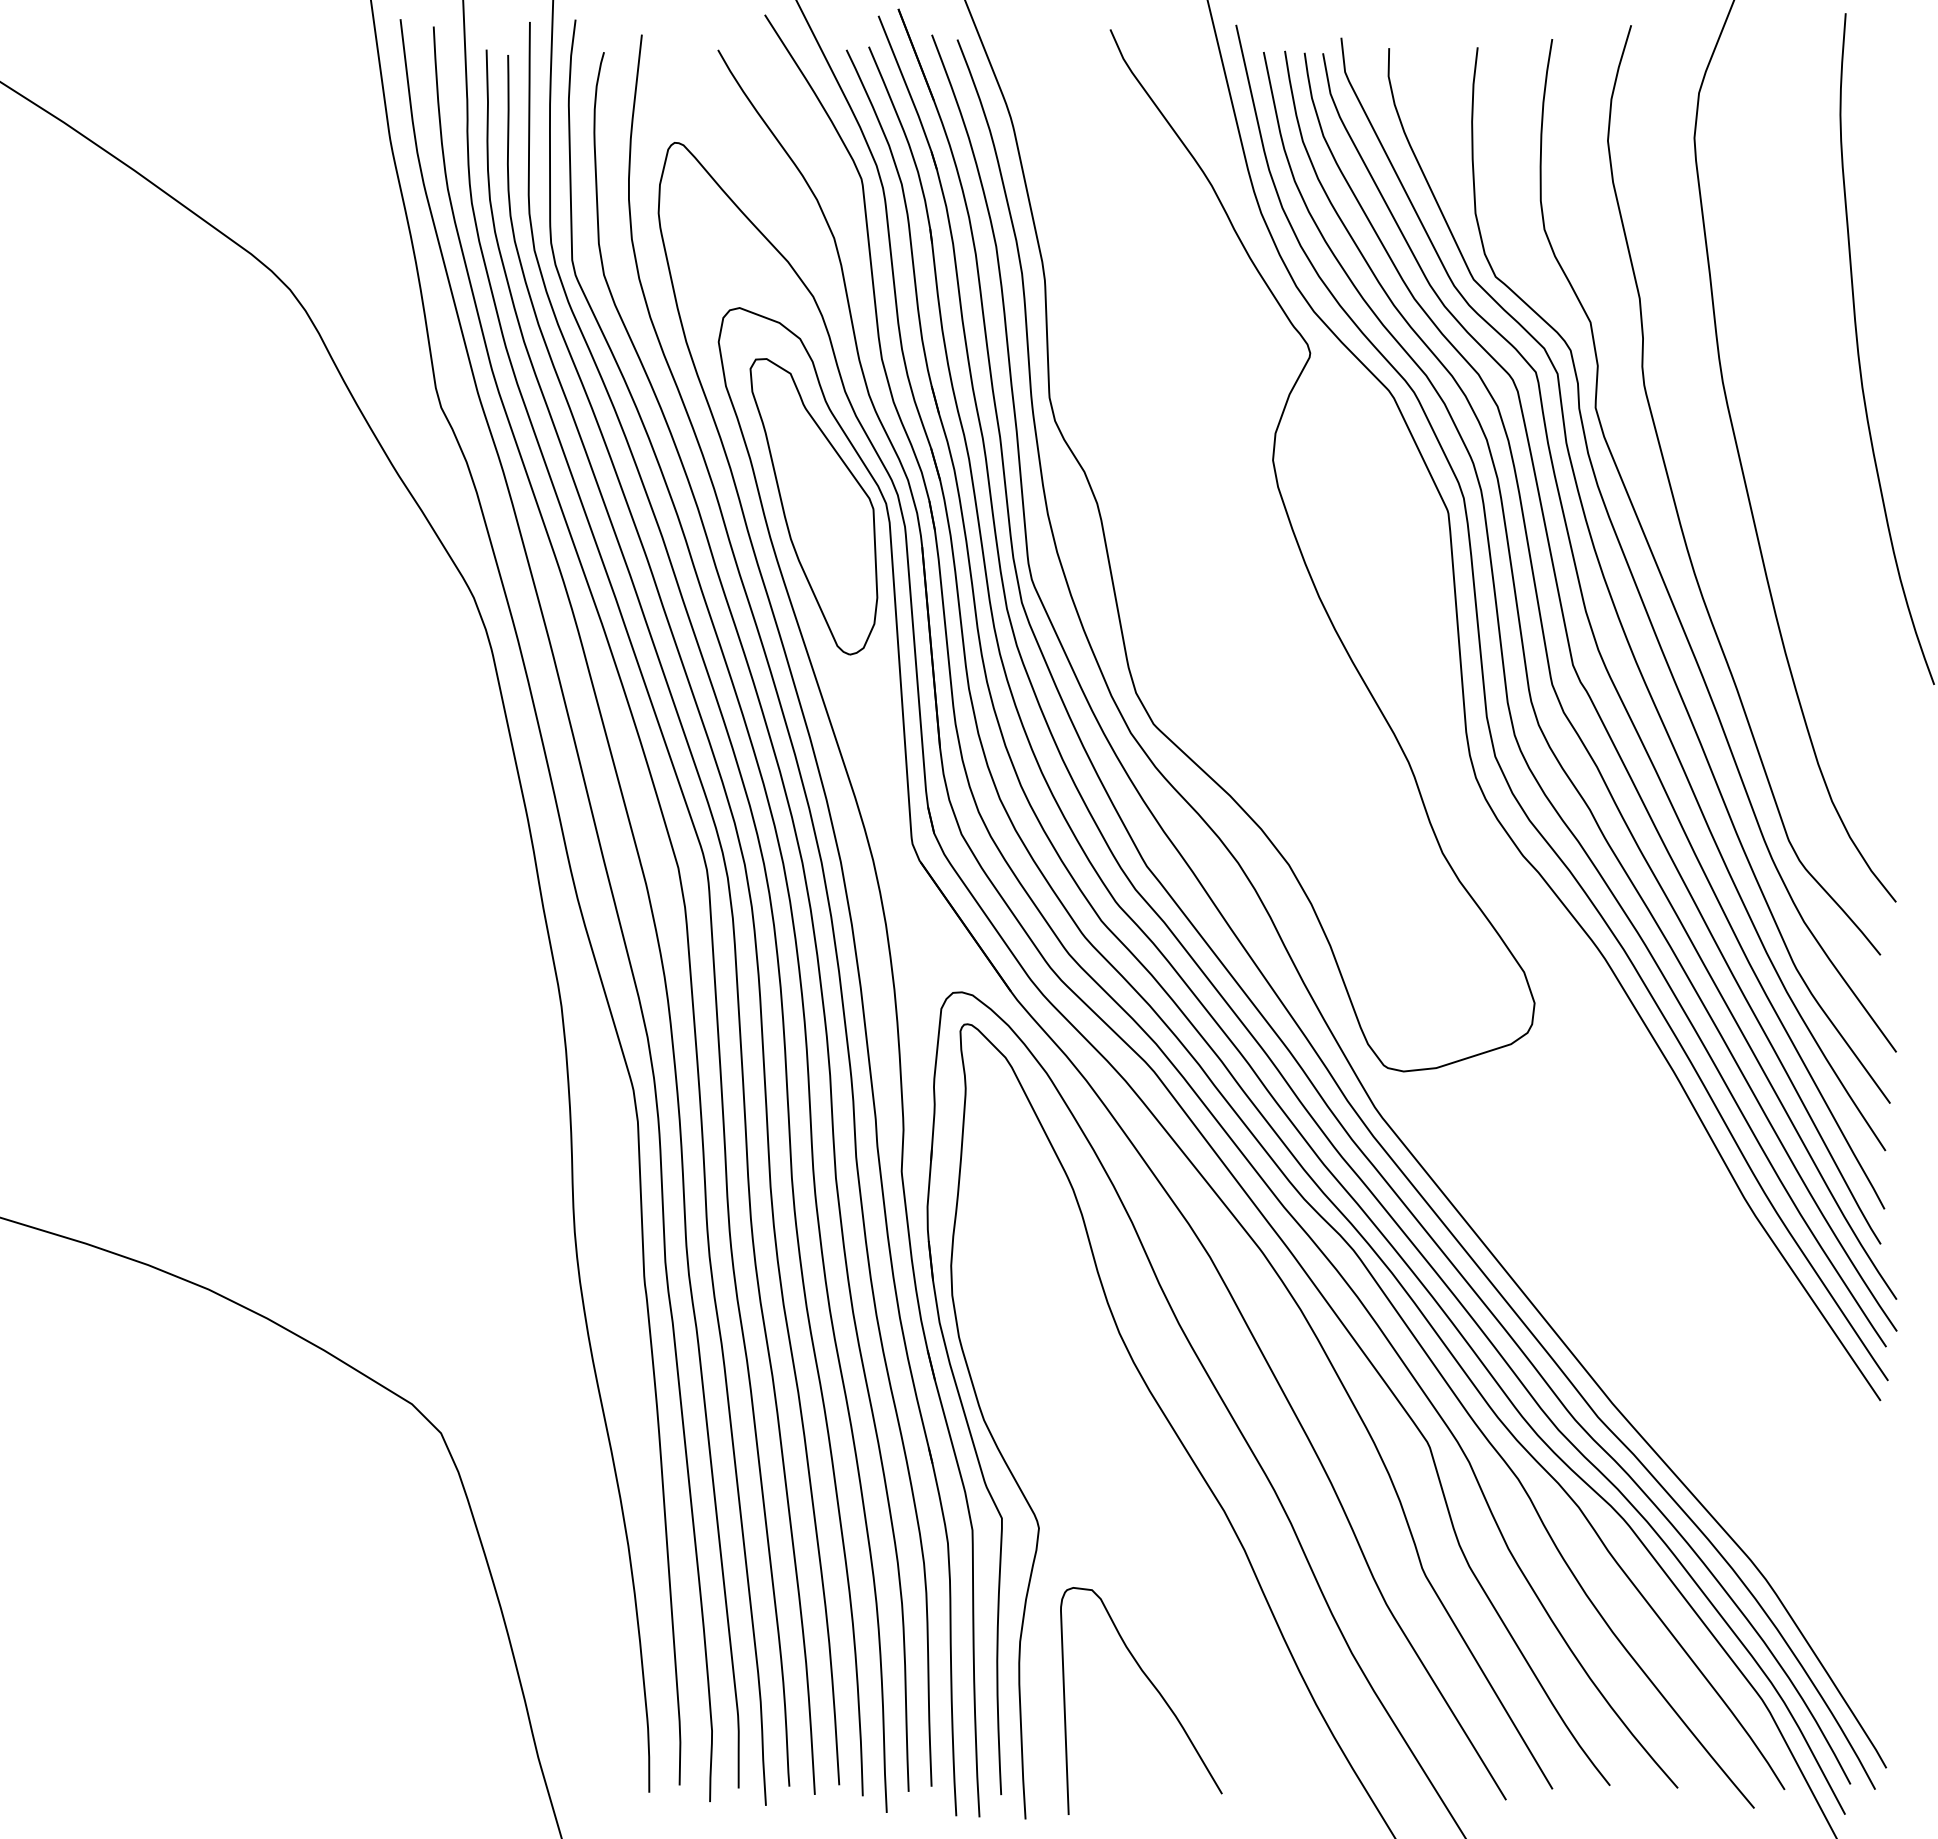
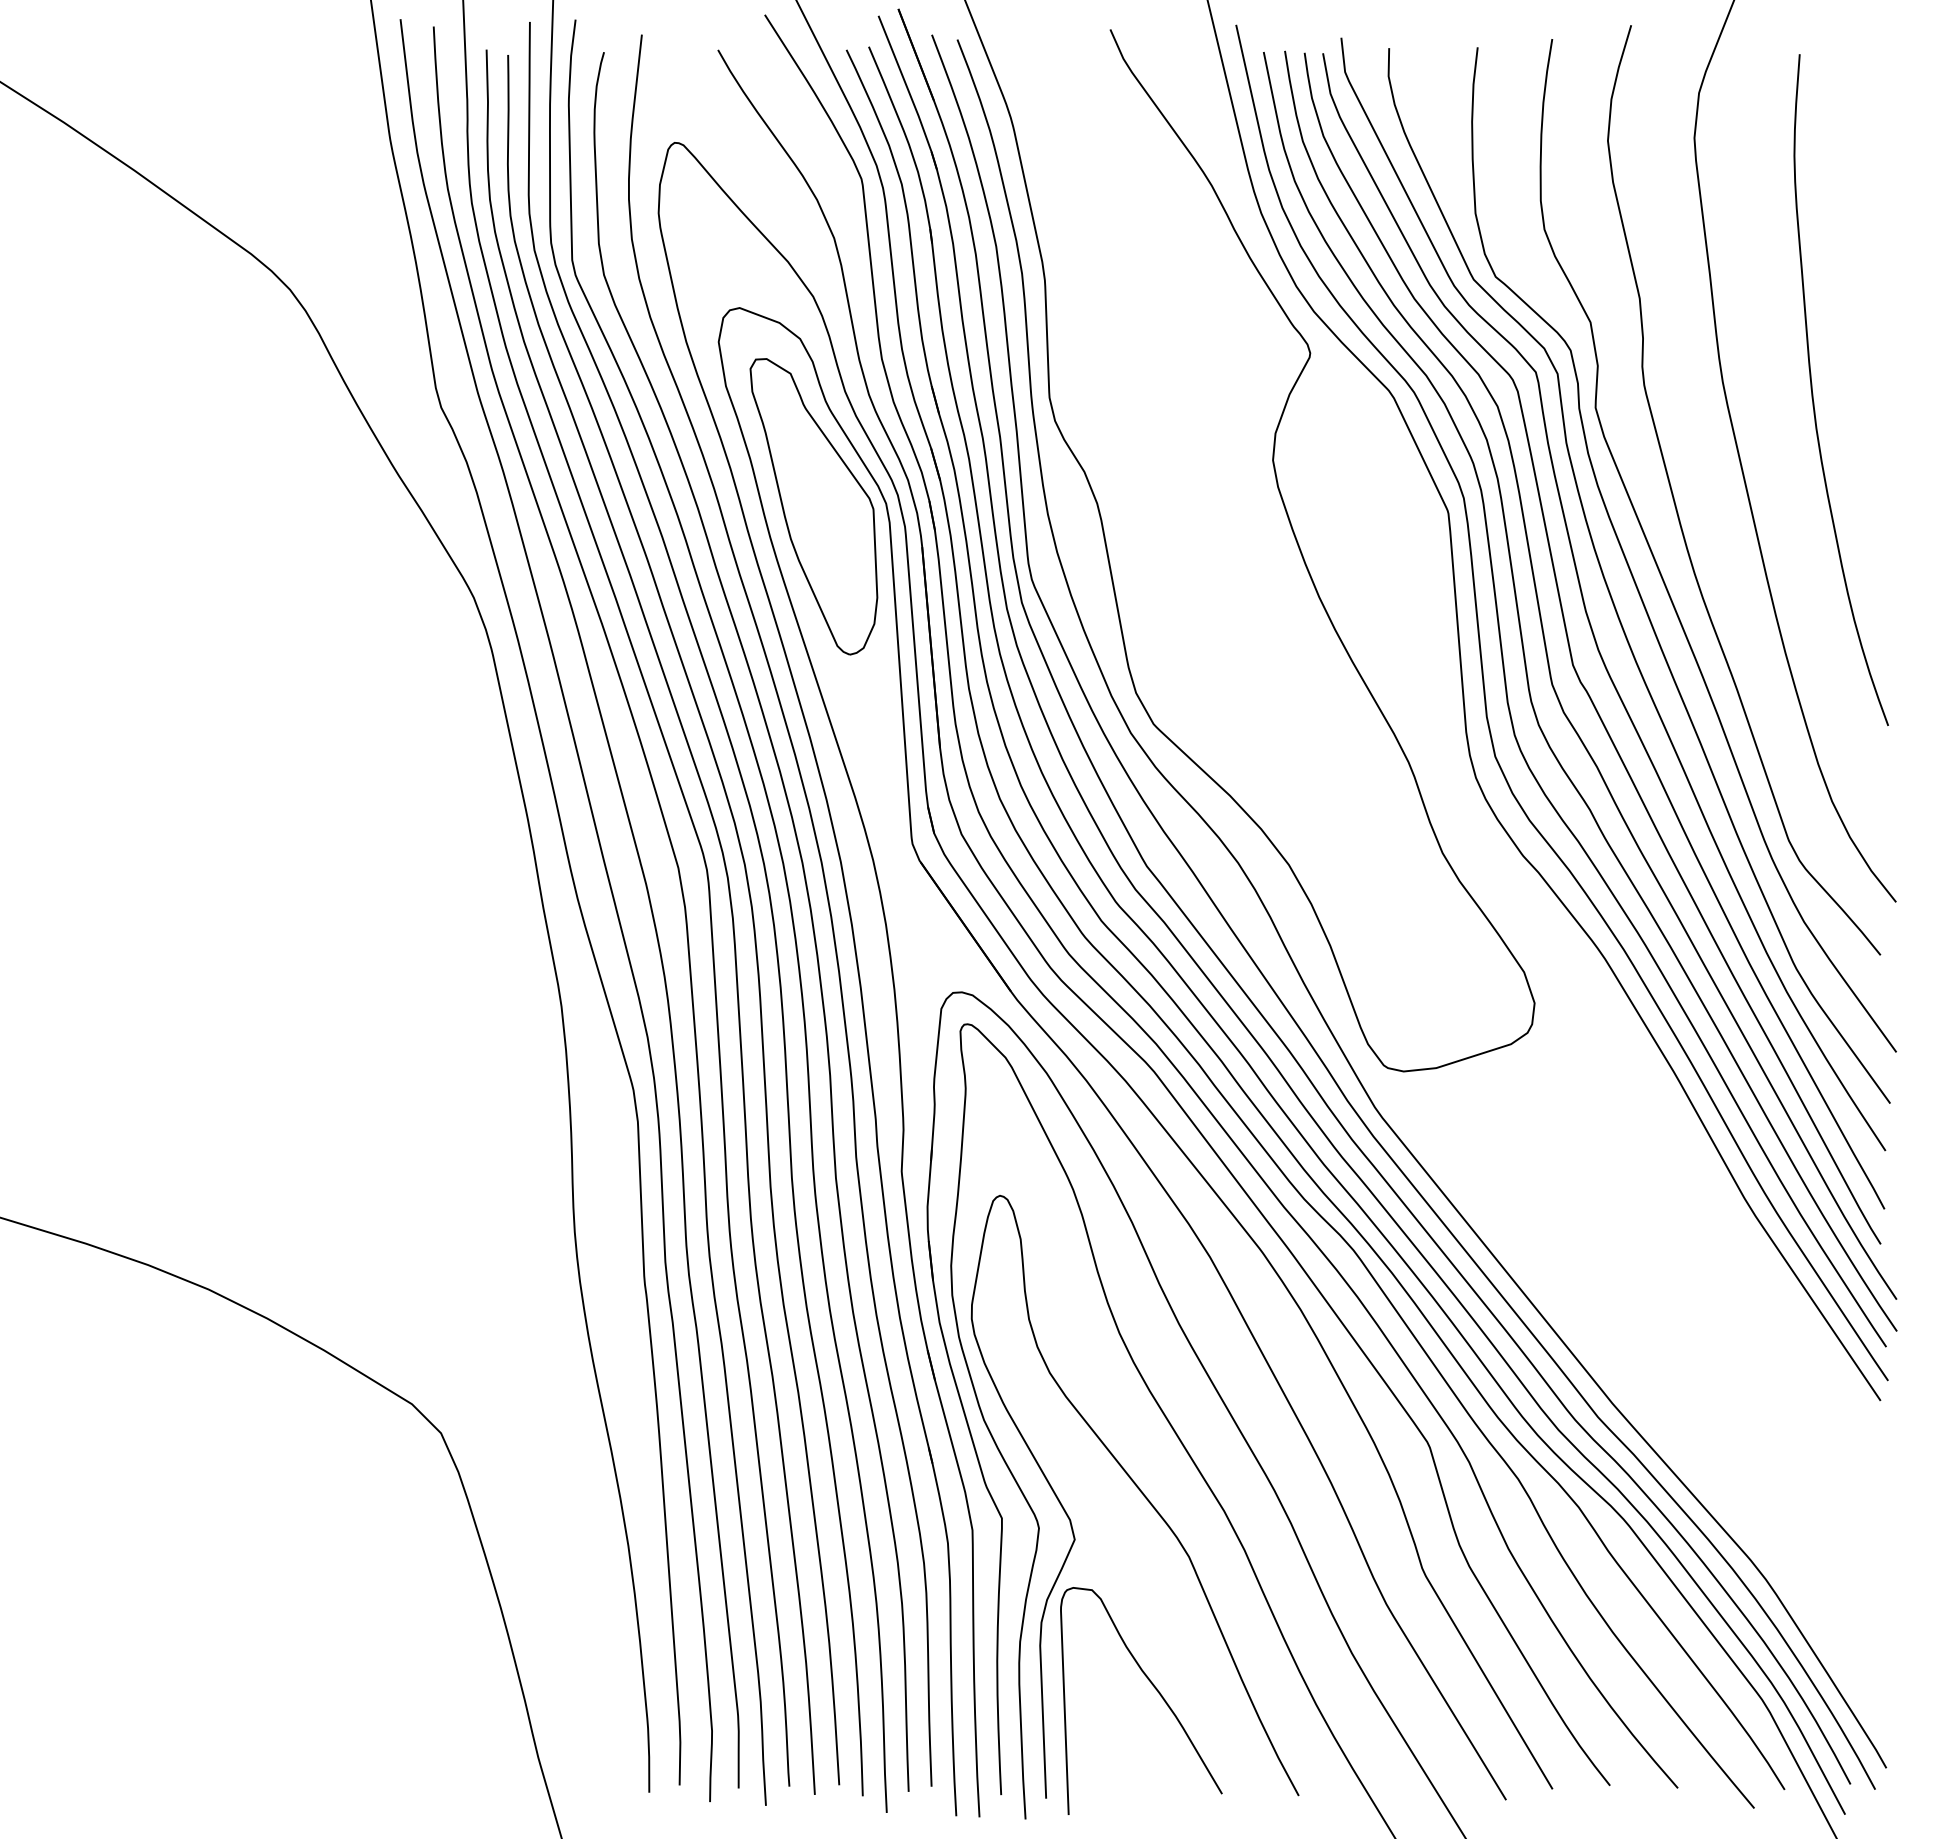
curve at (1859, 352) position: (1859, 352) -> (1813, 393)
curve at (1140, 1492): none -> present
